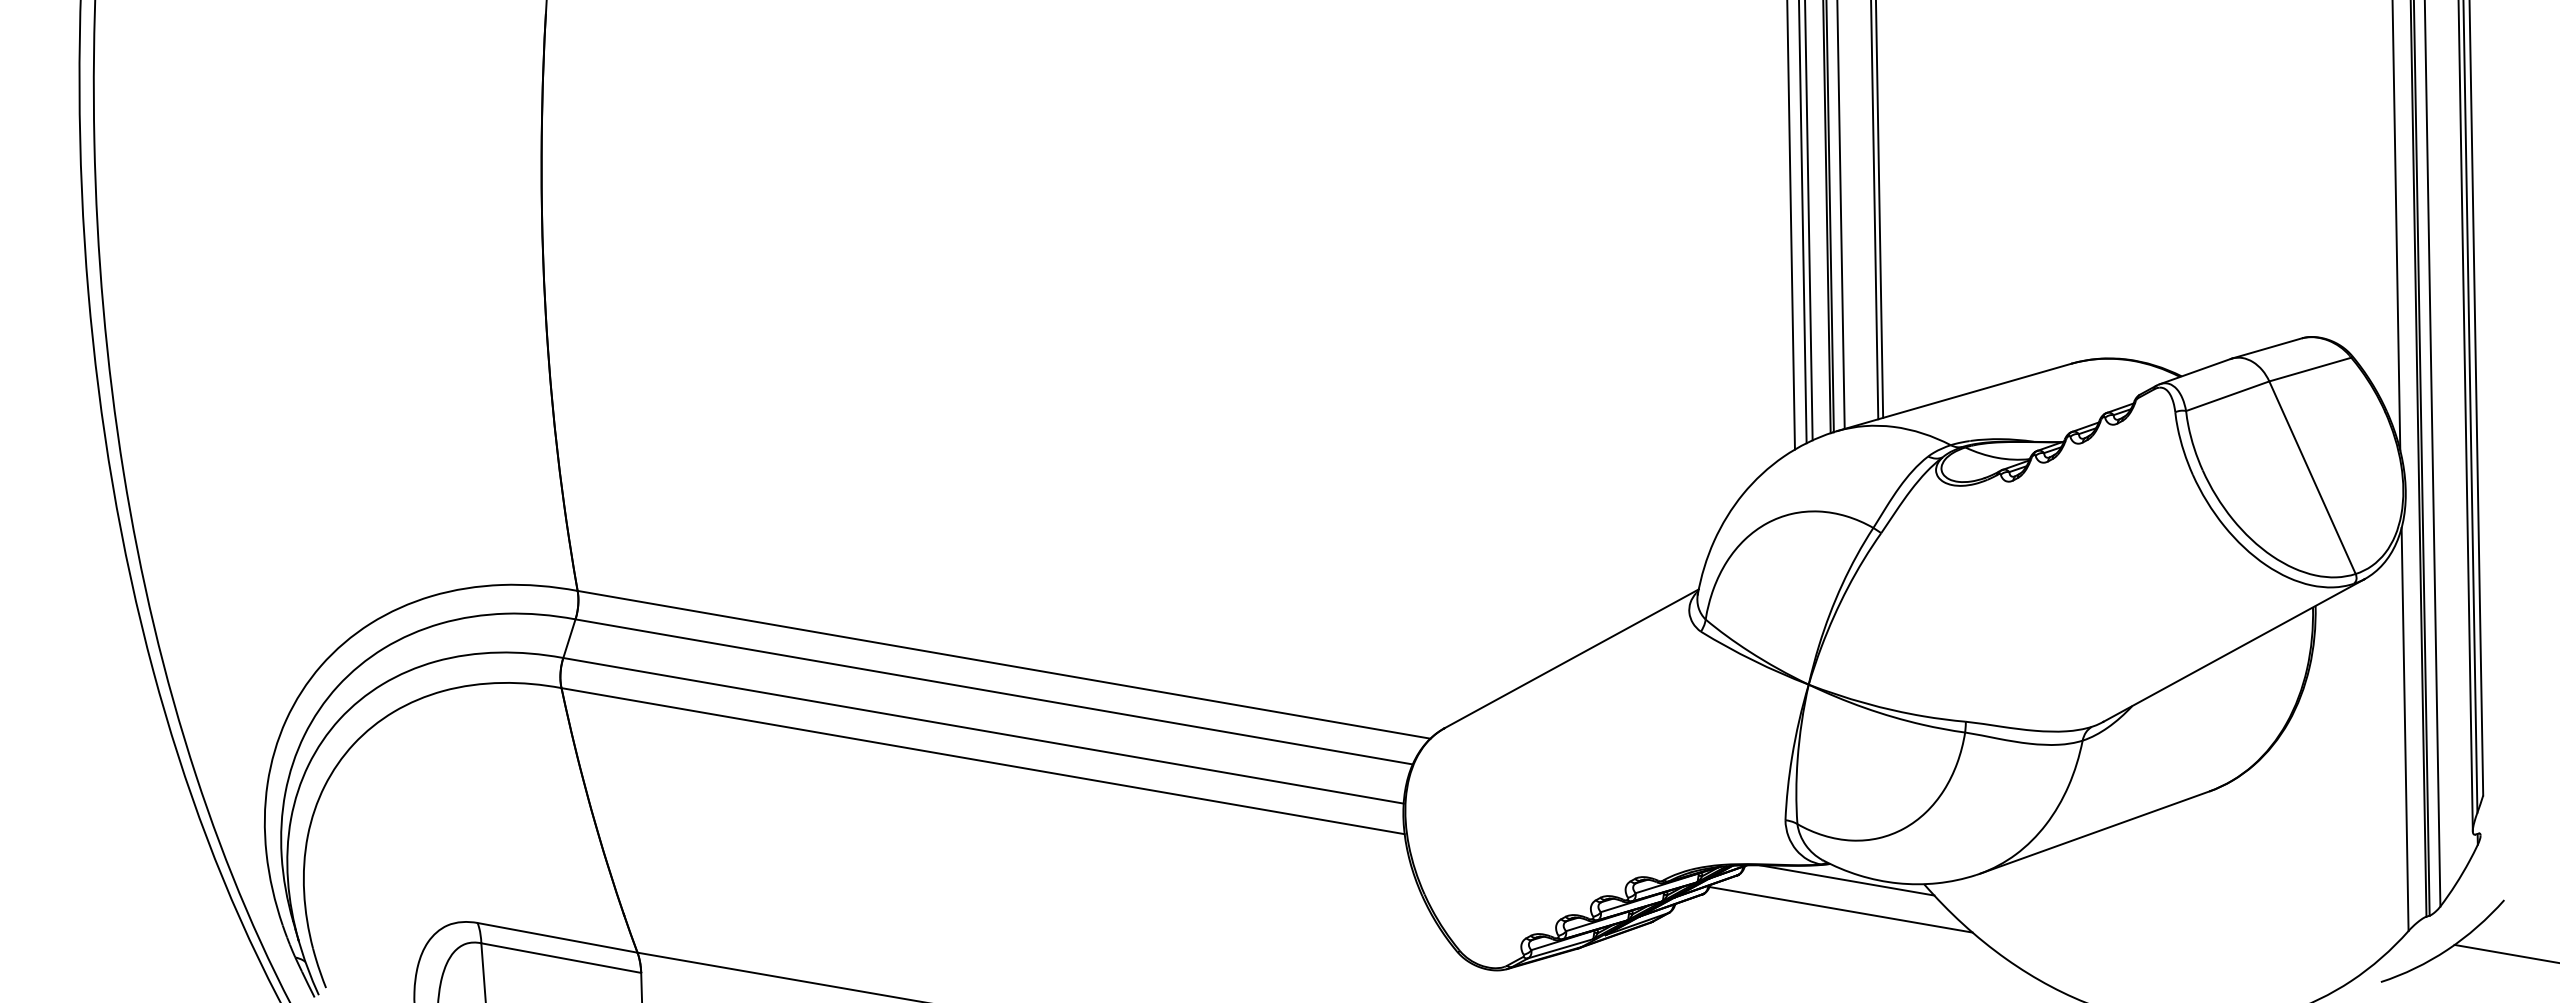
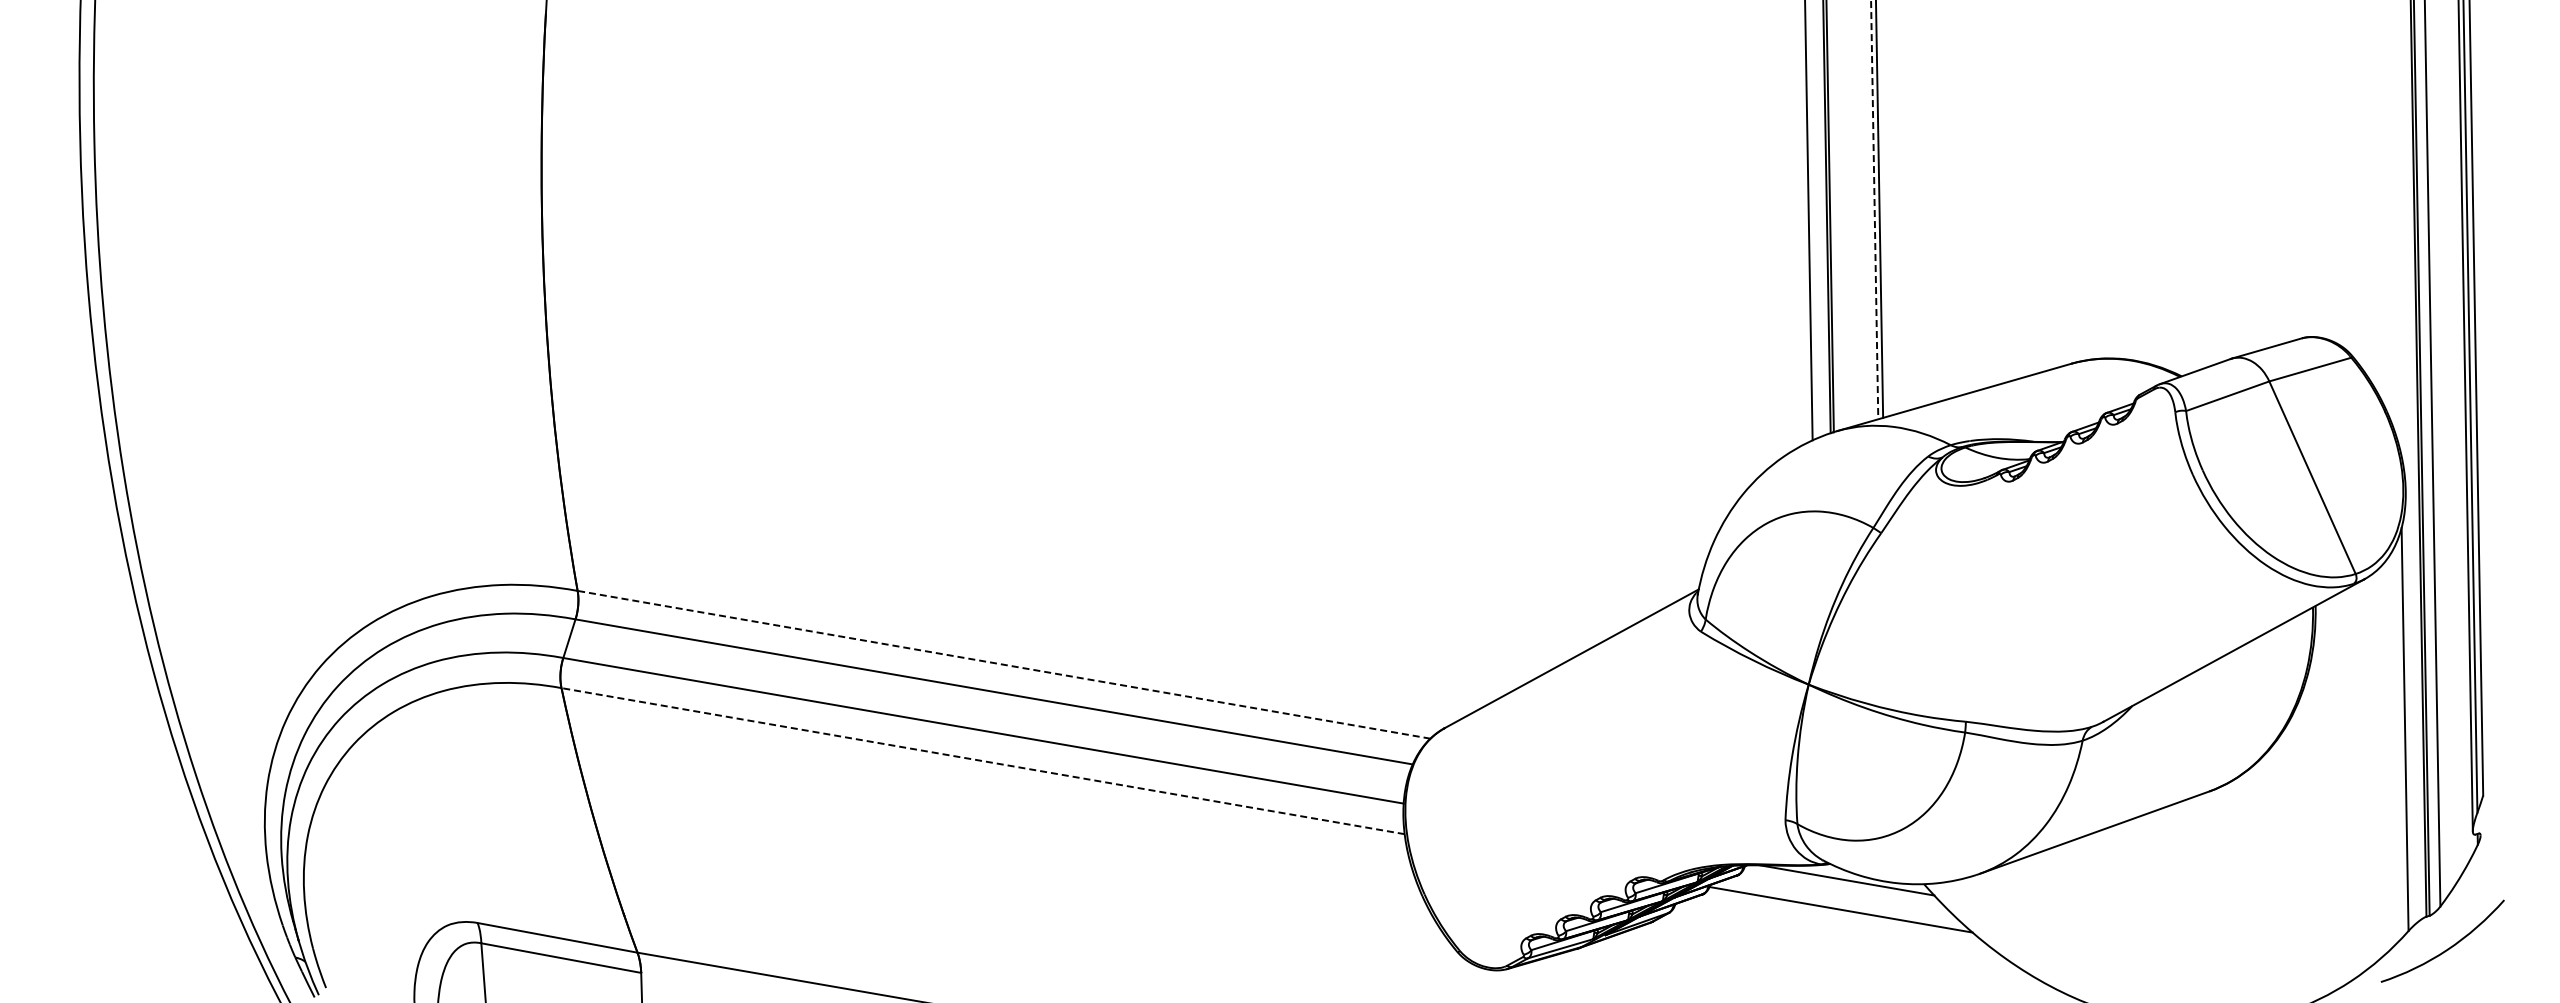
line at (1874, 210): solid -> dashed
line at (1840, 215): present -> none
line at (1802, 222): present -> none
line at (1790, 225): present -> none
line at (2396, 226): present -> none
line at (1004, 664): solid -> dashed
line at (983, 761): solid -> dashed
line at (2505, 953): present -> none
